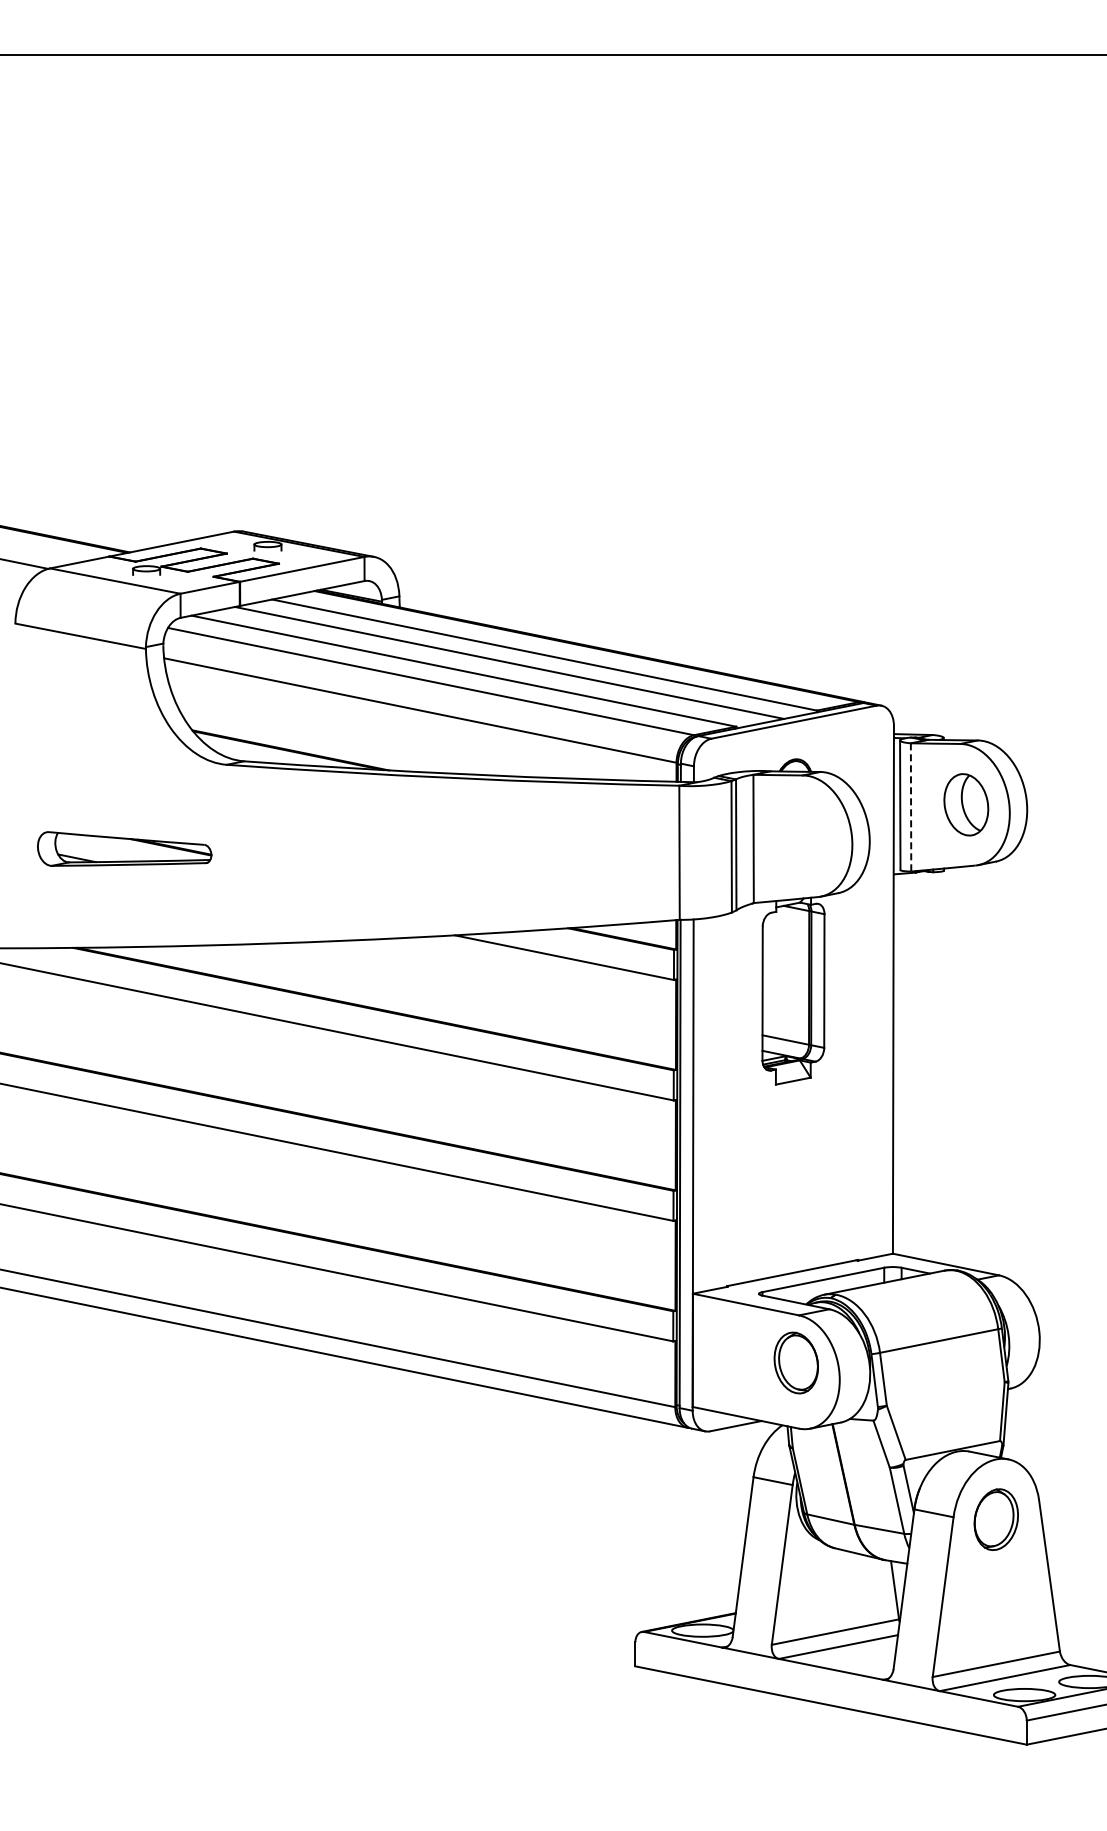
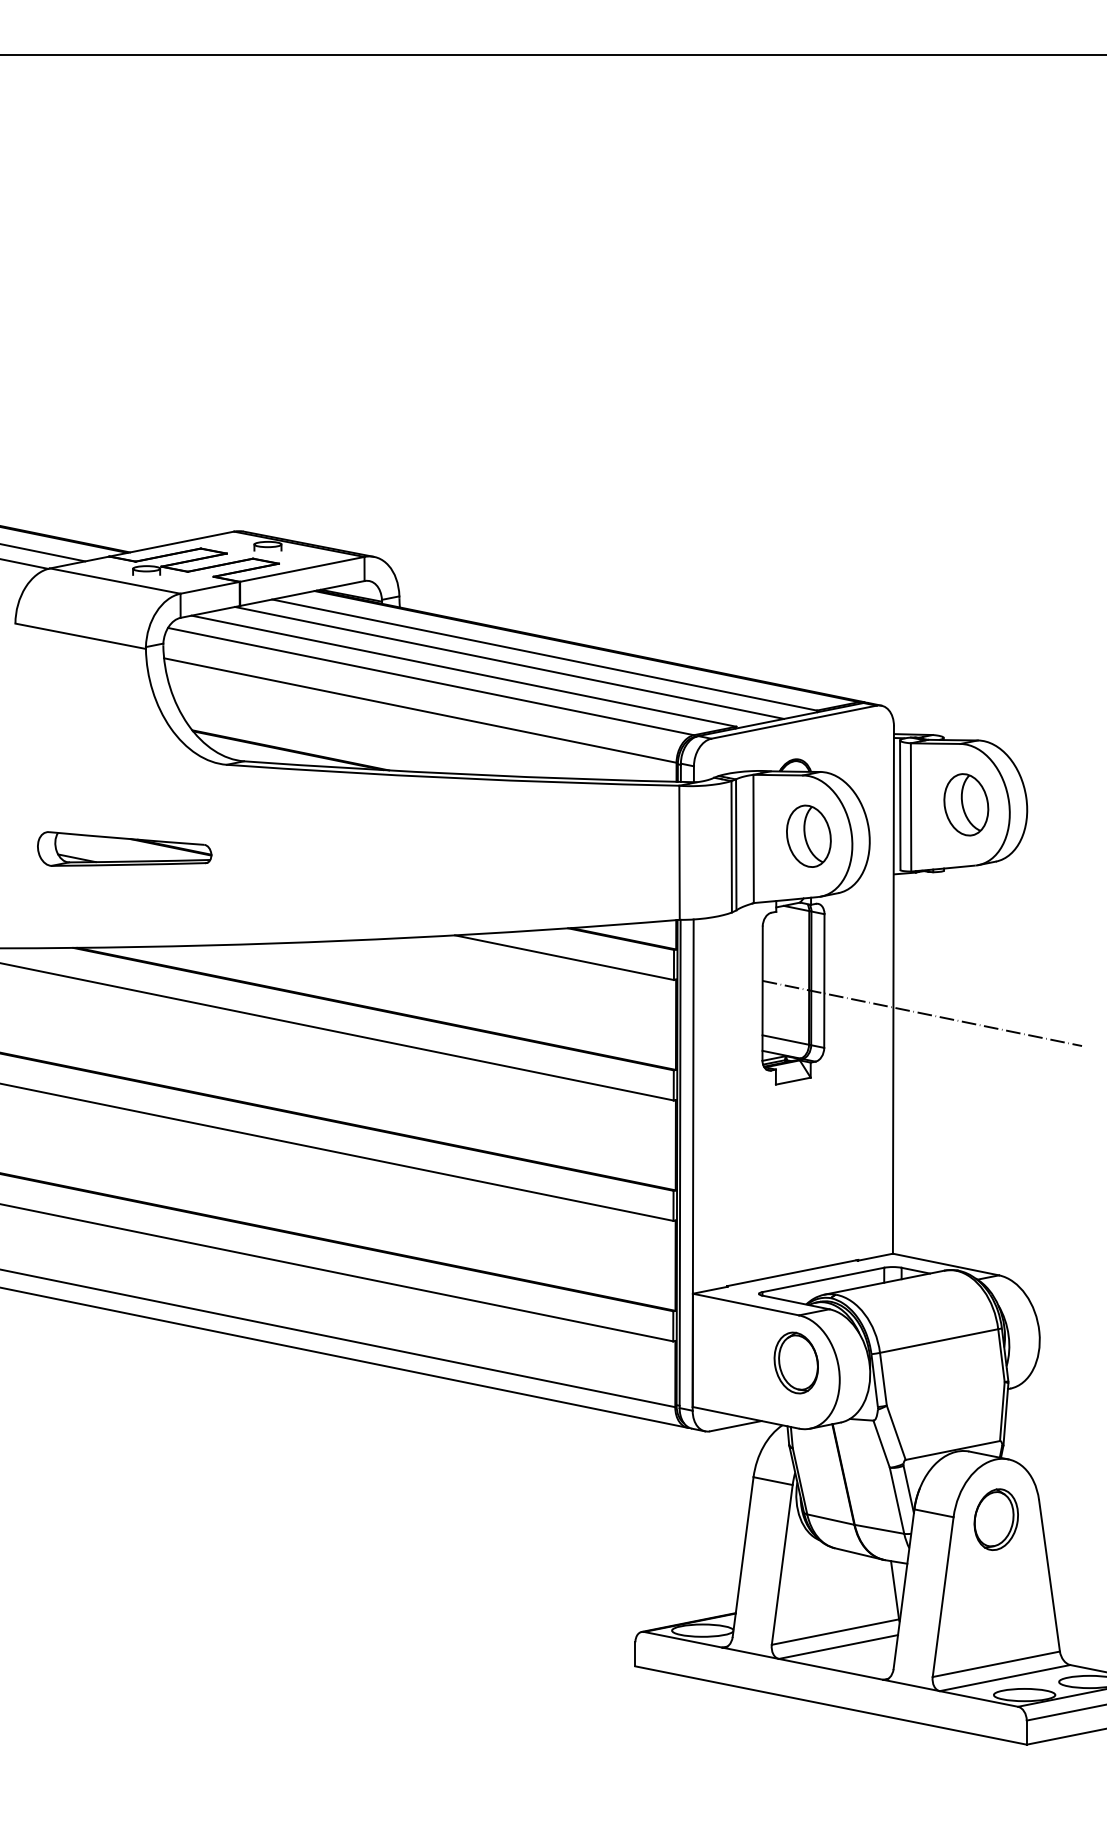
line at (43, 552): none -> present
line at (911, 807): dashed -> solid
part at (808, 835): none -> present
line at (922, 1013): none -> present
